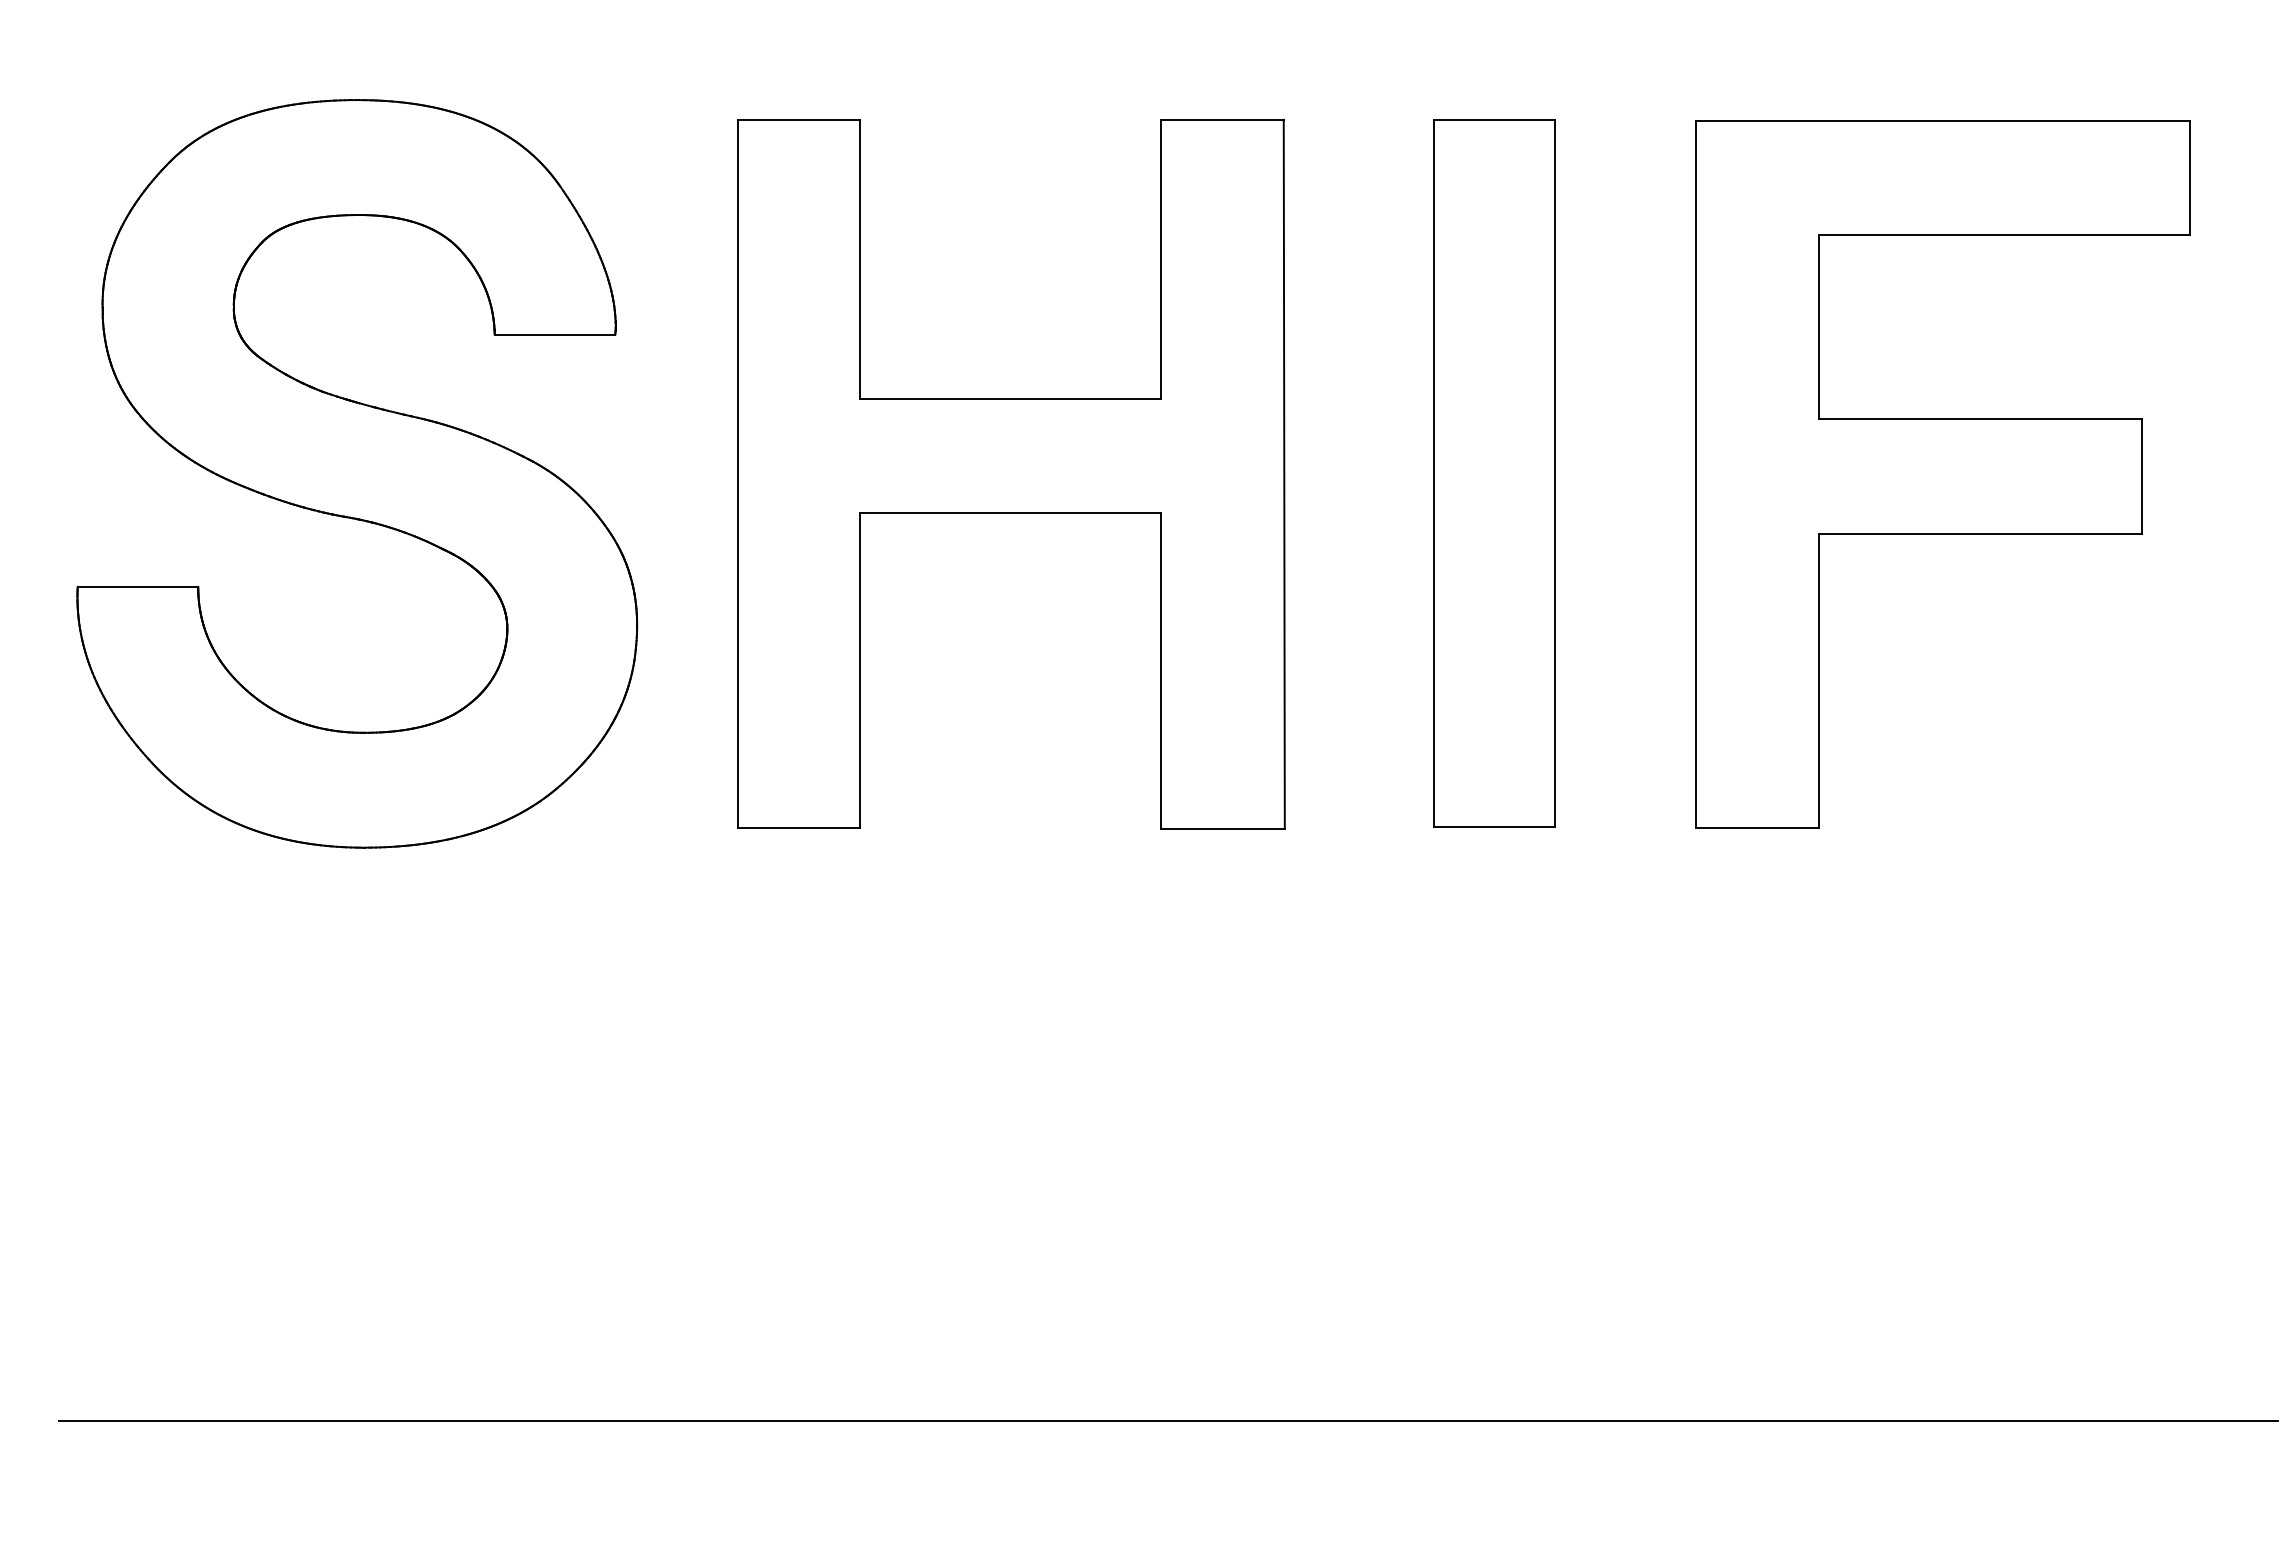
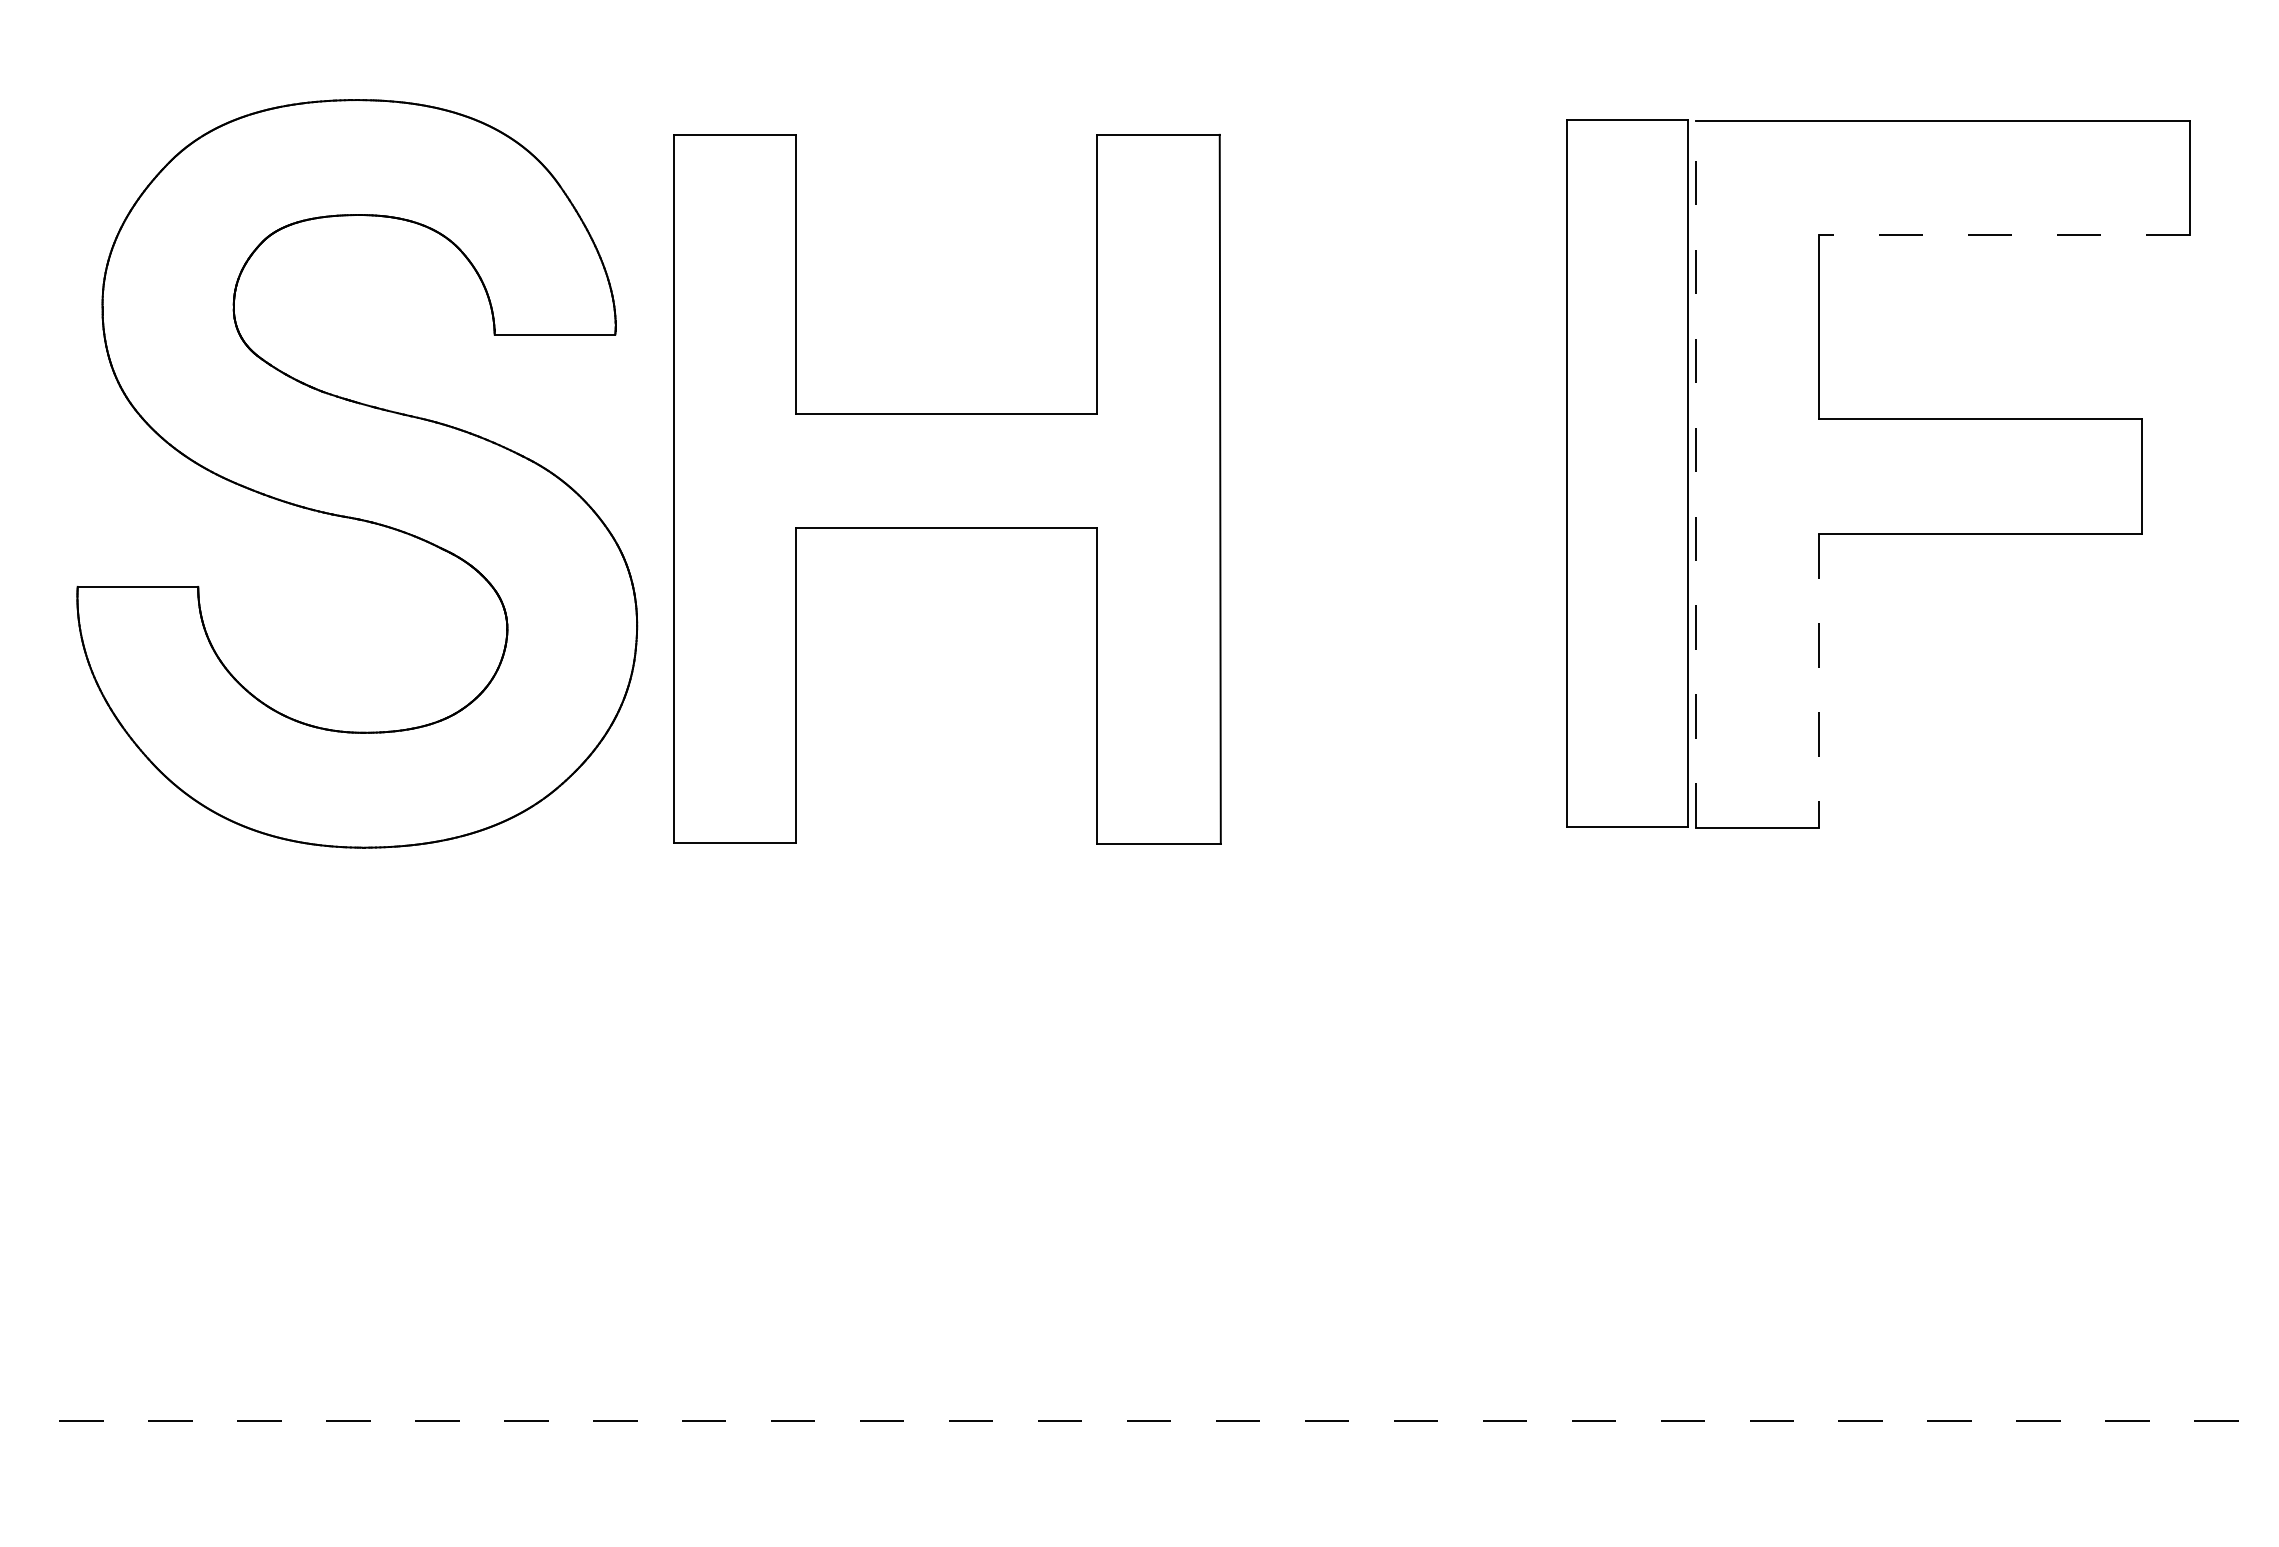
line at (2004, 234): solid -> dashed
part at (1494, 473) position: (1494, 473) -> (1627, 473)
part at (1011, 474) position: (1011, 474) -> (947, 489)
line at (1696, 474): solid -> dashed
line at (1818, 681): solid -> dashed
line at (1169, 1420): solid -> dashed
